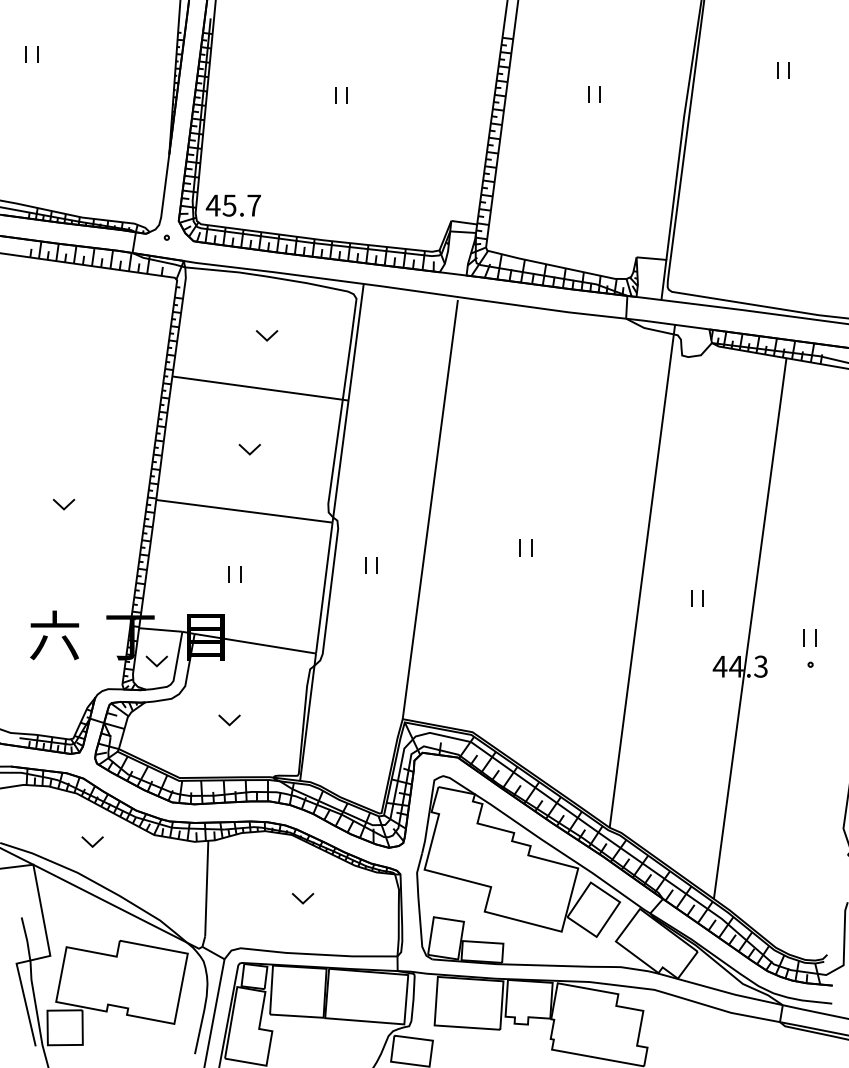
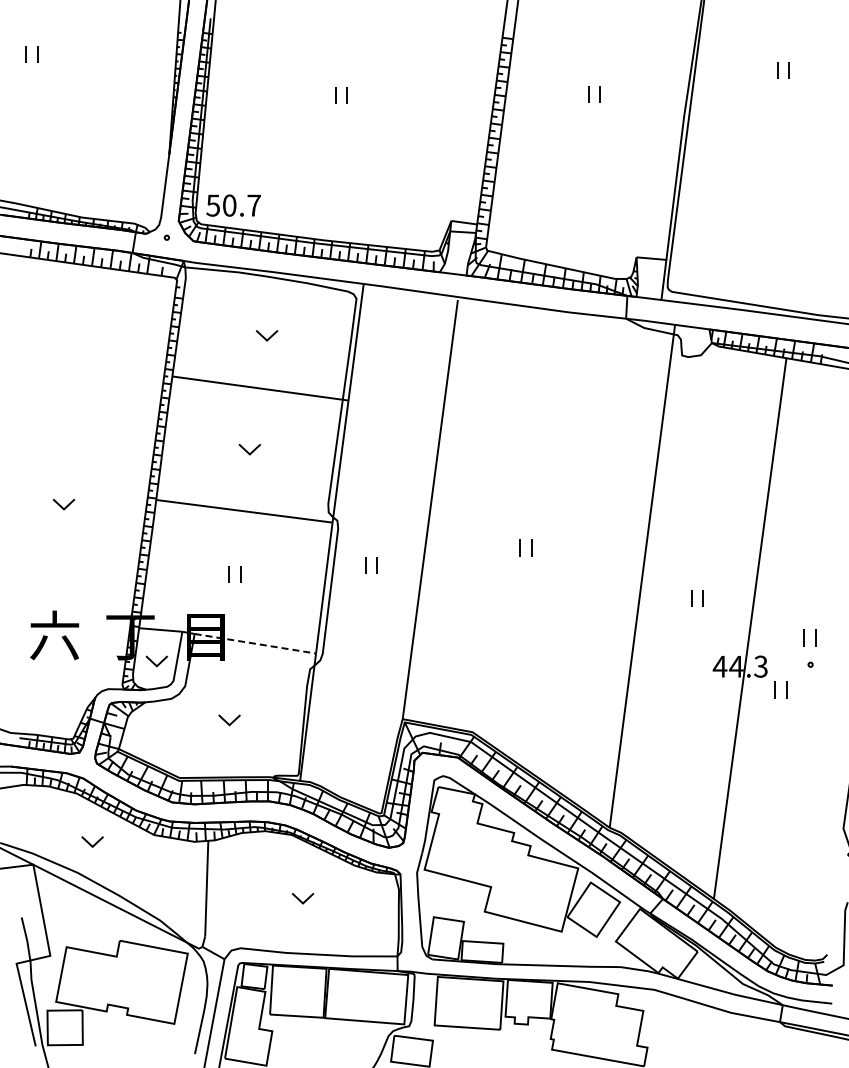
text at (220, 205): 45.7 -> 50.7
line at (255, 643): solid -> dashed
part at (780, 689): none -> present
